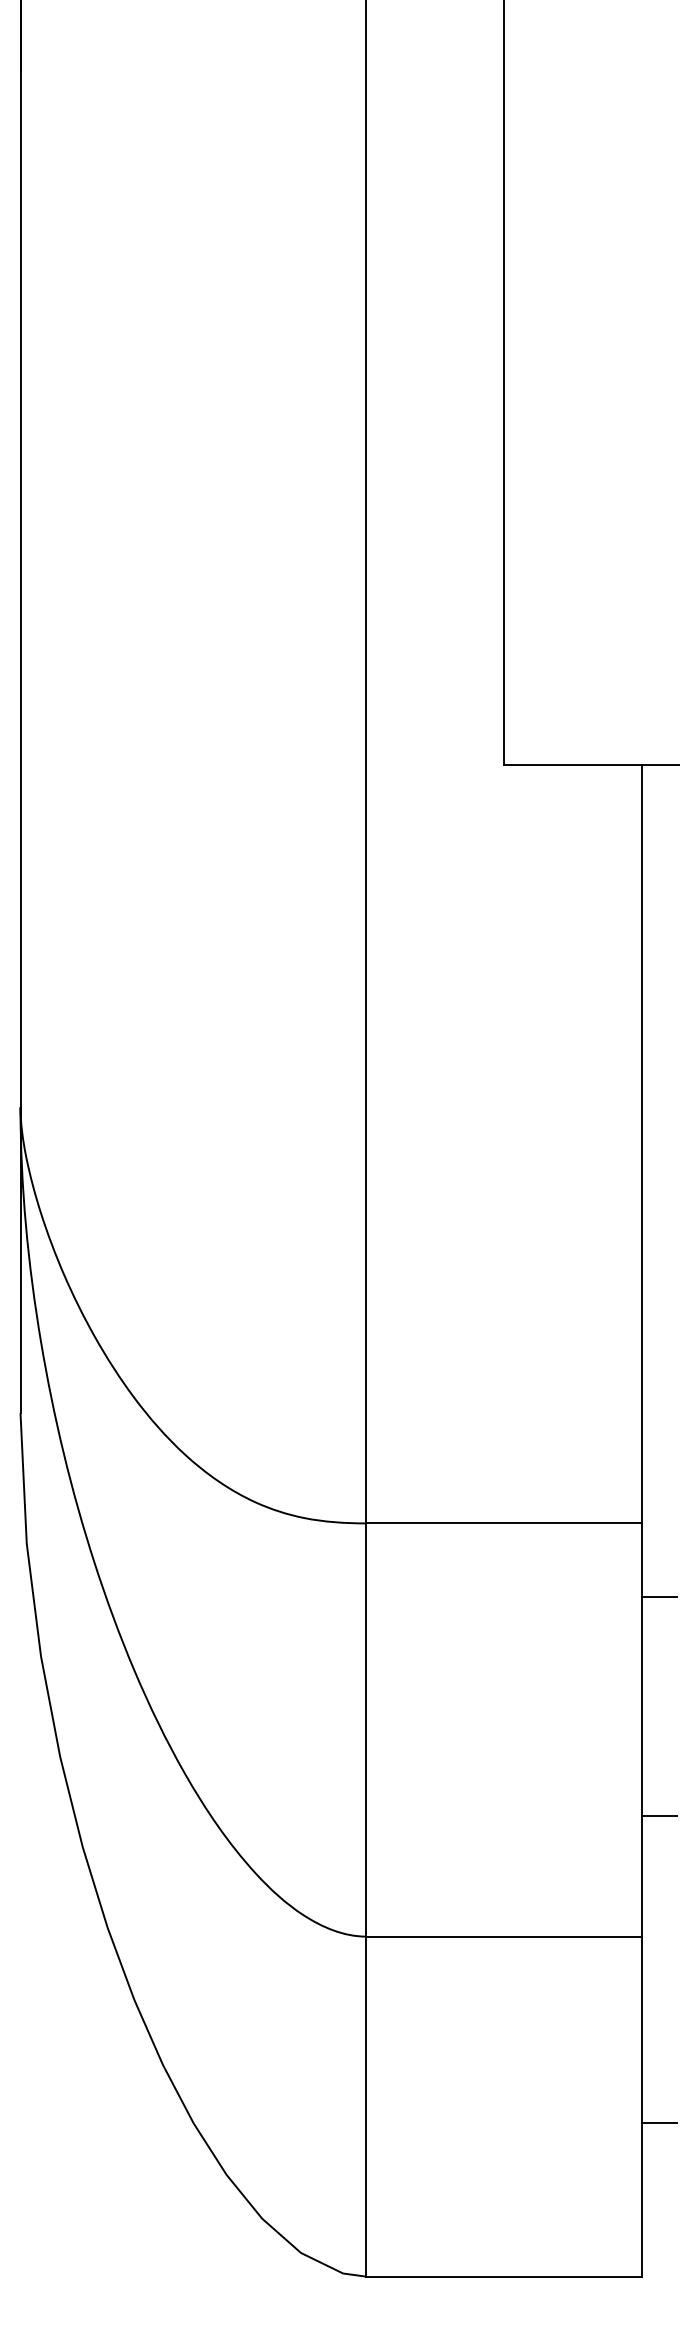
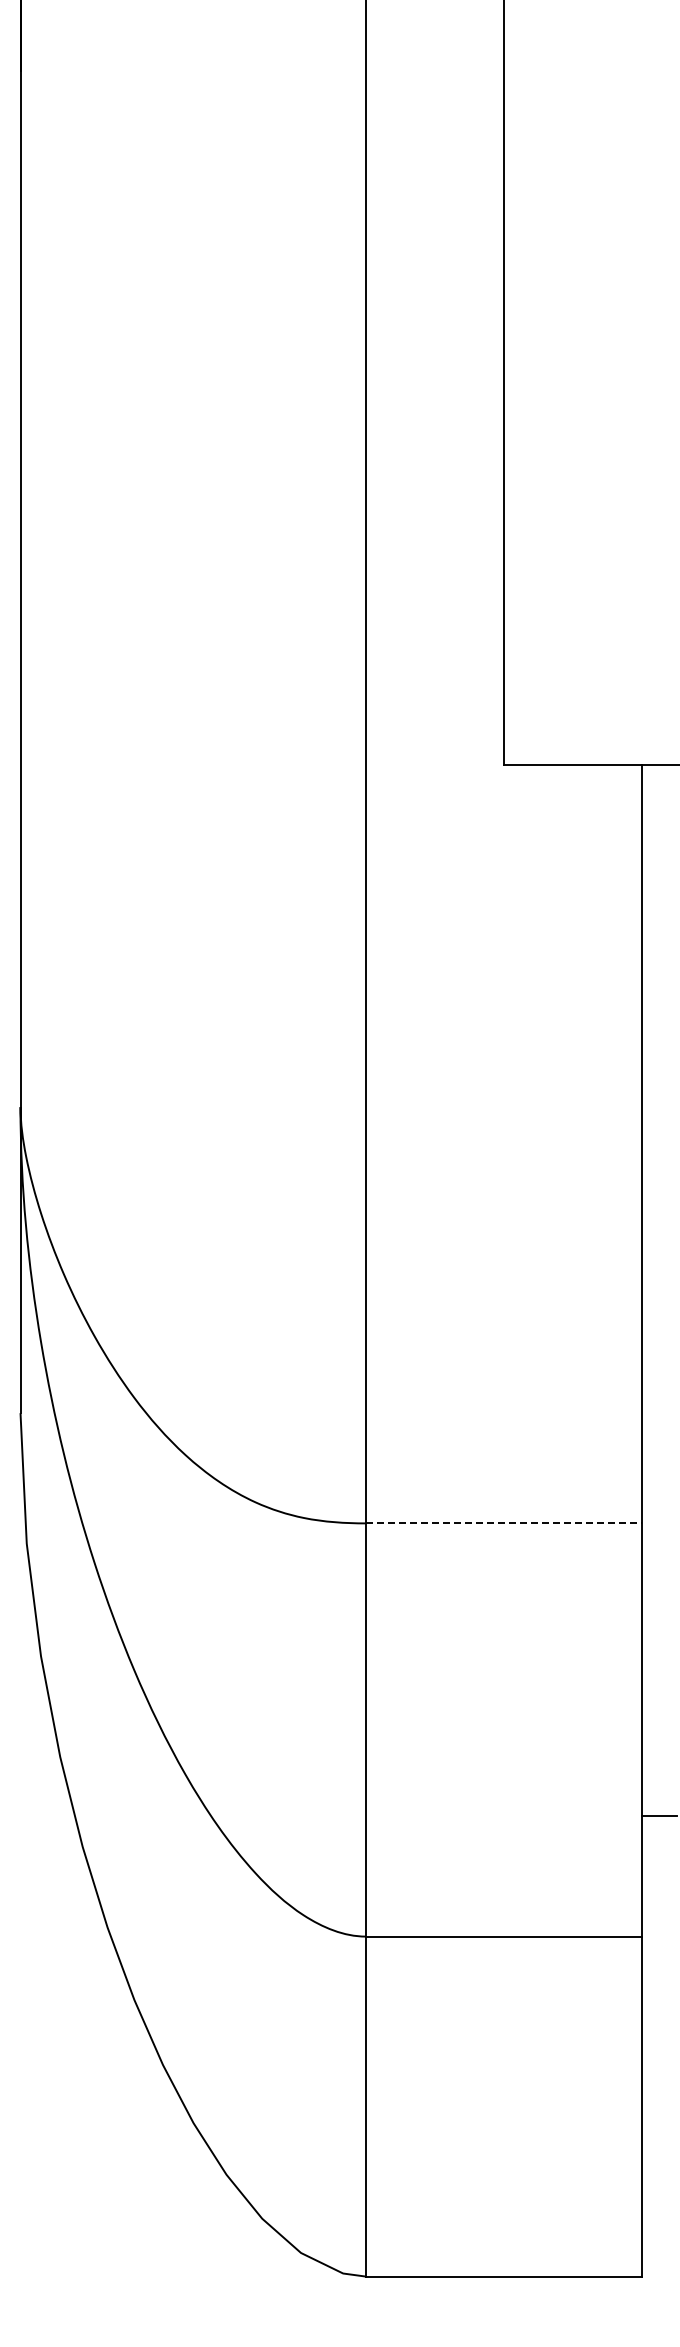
line at (504, 1523): solid -> dashed
line at (659, 1596): present -> none
line at (659, 2122): present -> none
